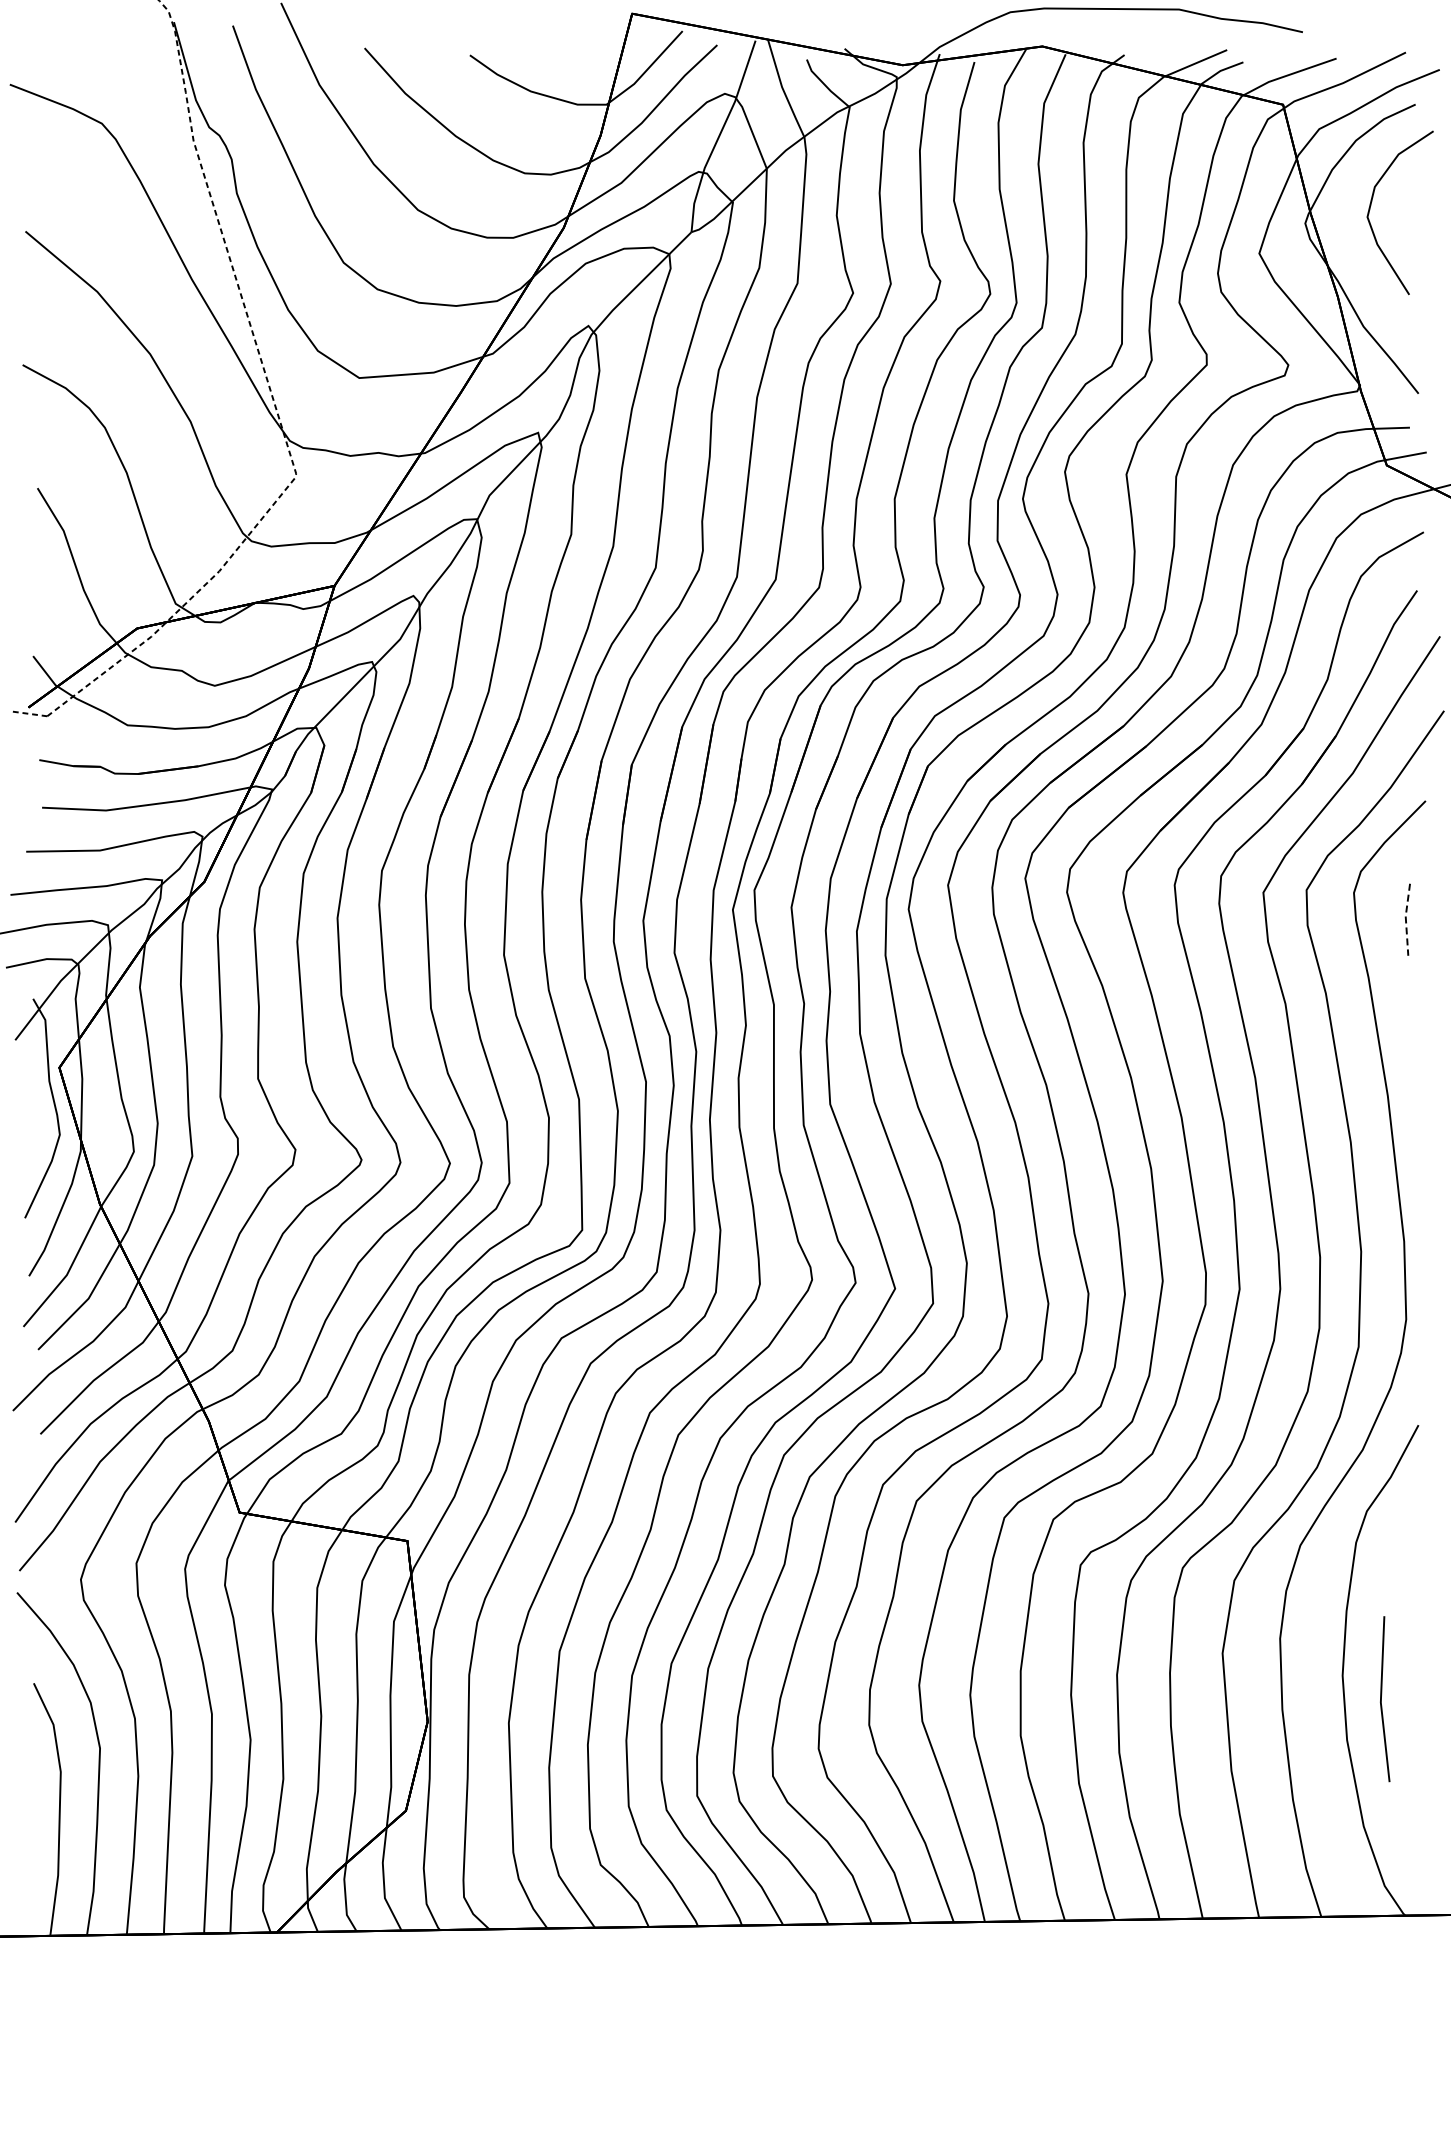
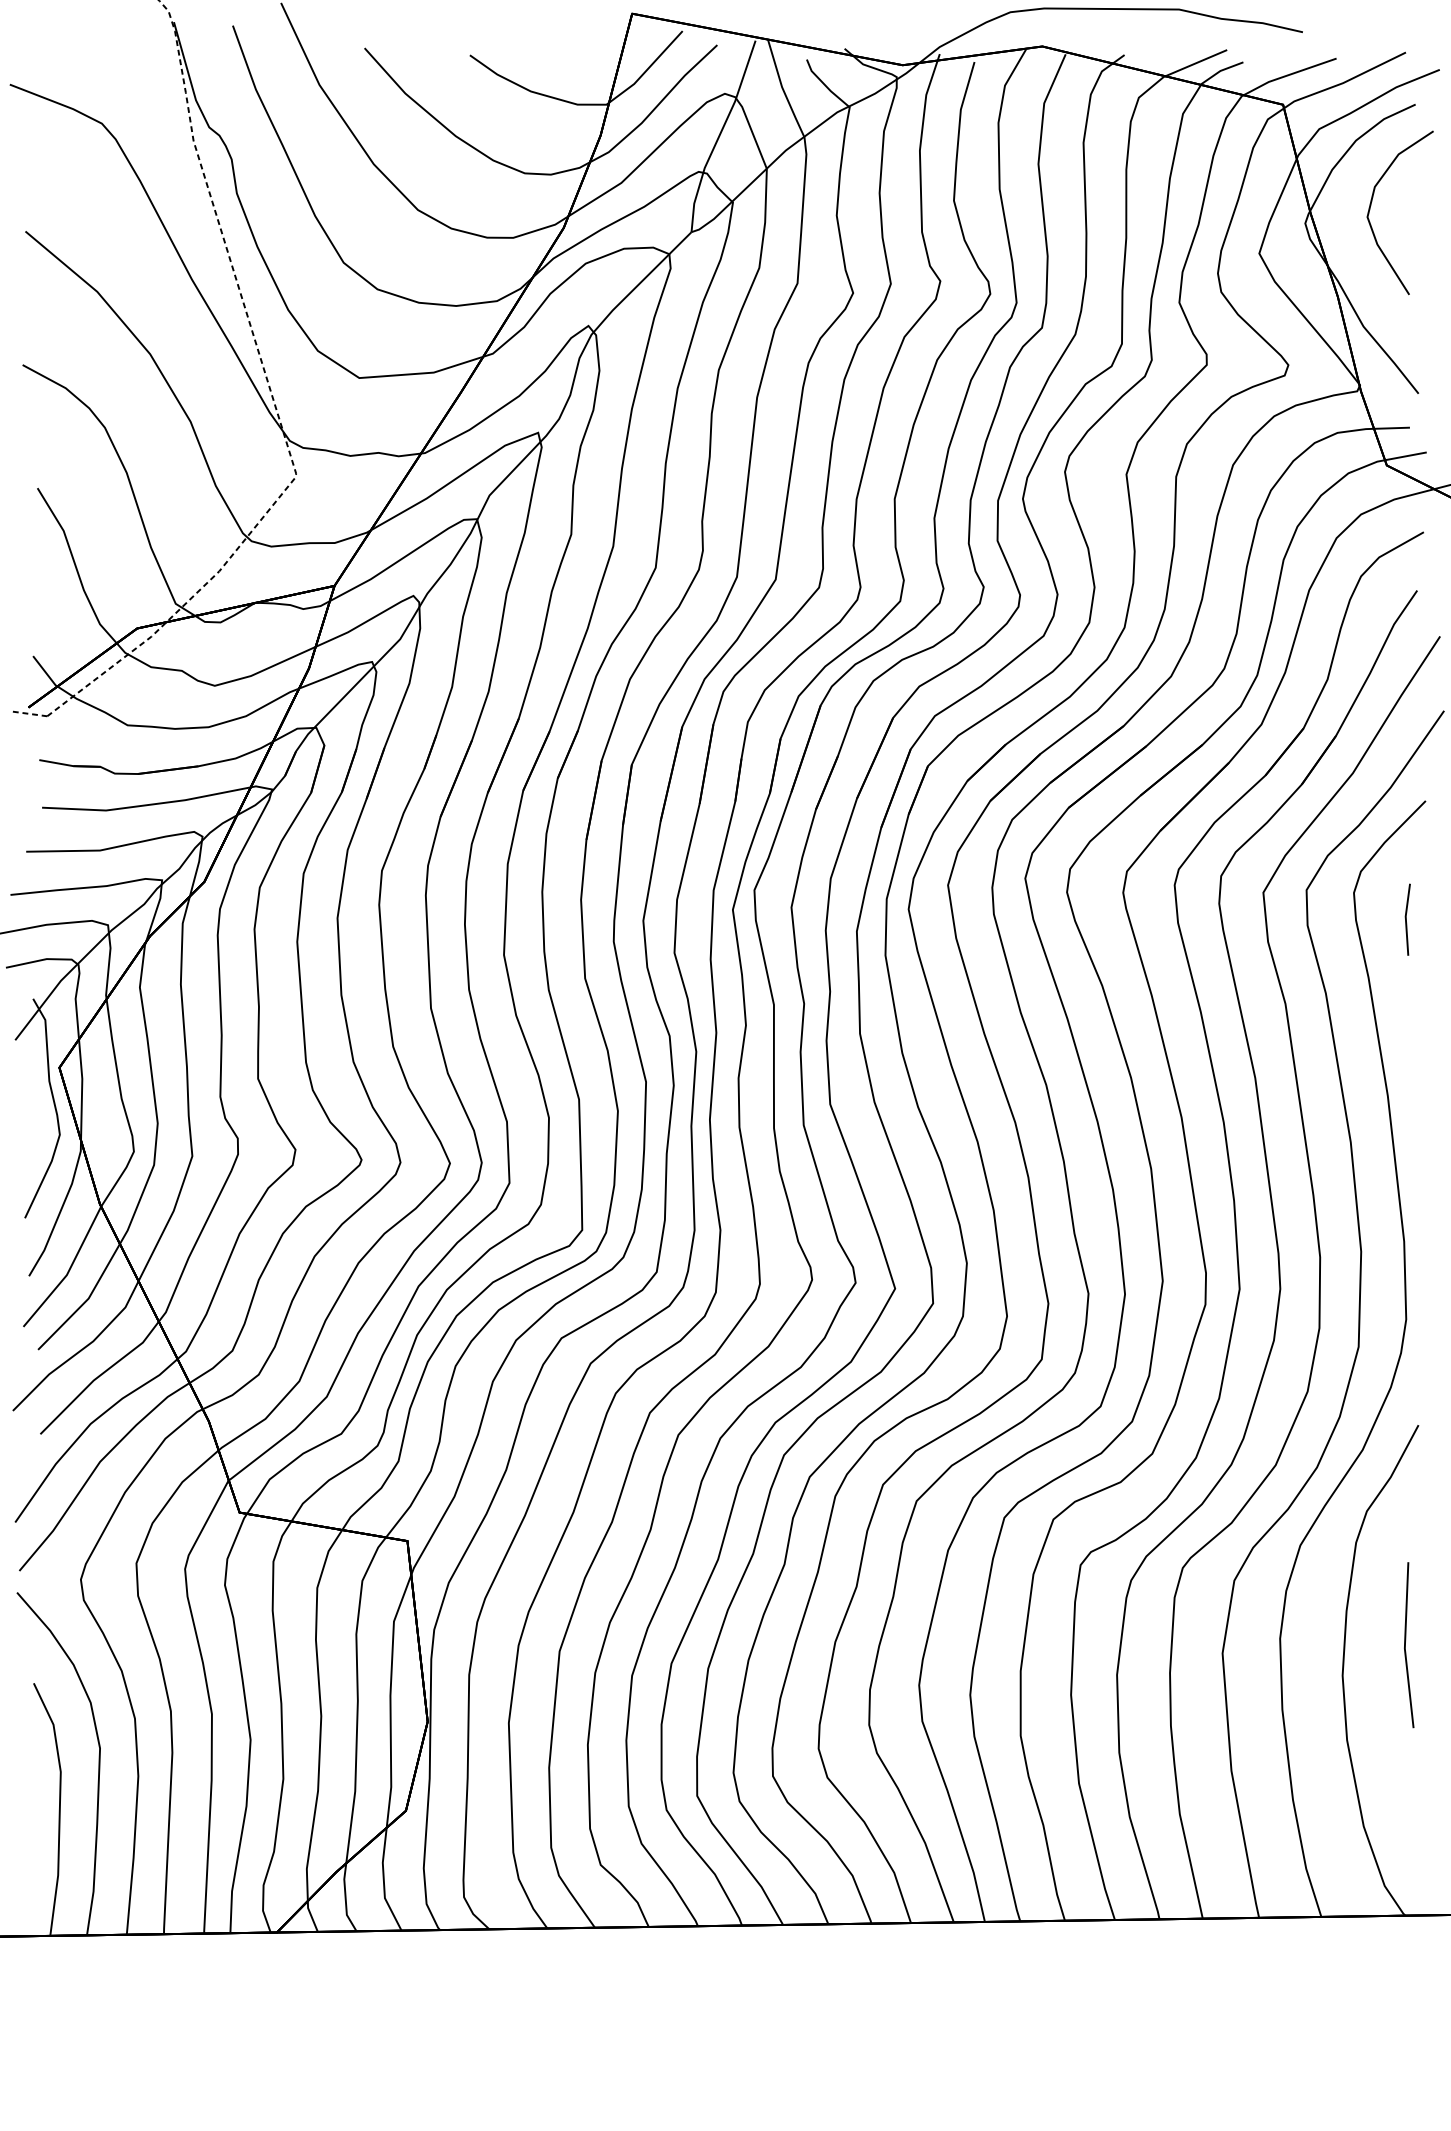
line at (1405, 919): dashed -> solid
line at (1381, 1699) position: (1381, 1699) -> (1405, 1645)
